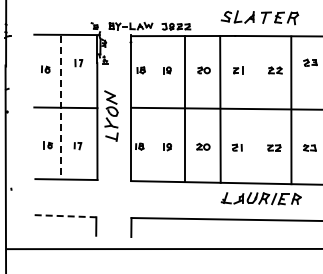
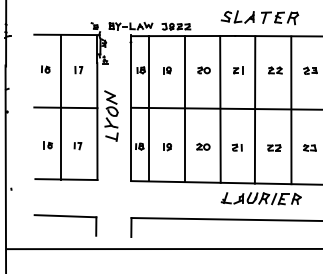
part at (310, 62) position: (310, 62) -> (310, 70)
part at (78, 63) position: (78, 63) -> (78, 70)
line at (60, 108): dashed -> solid
line at (149, 108): none -> present
line at (254, 109): none -> present
line at (65, 216): dashed -> solid
